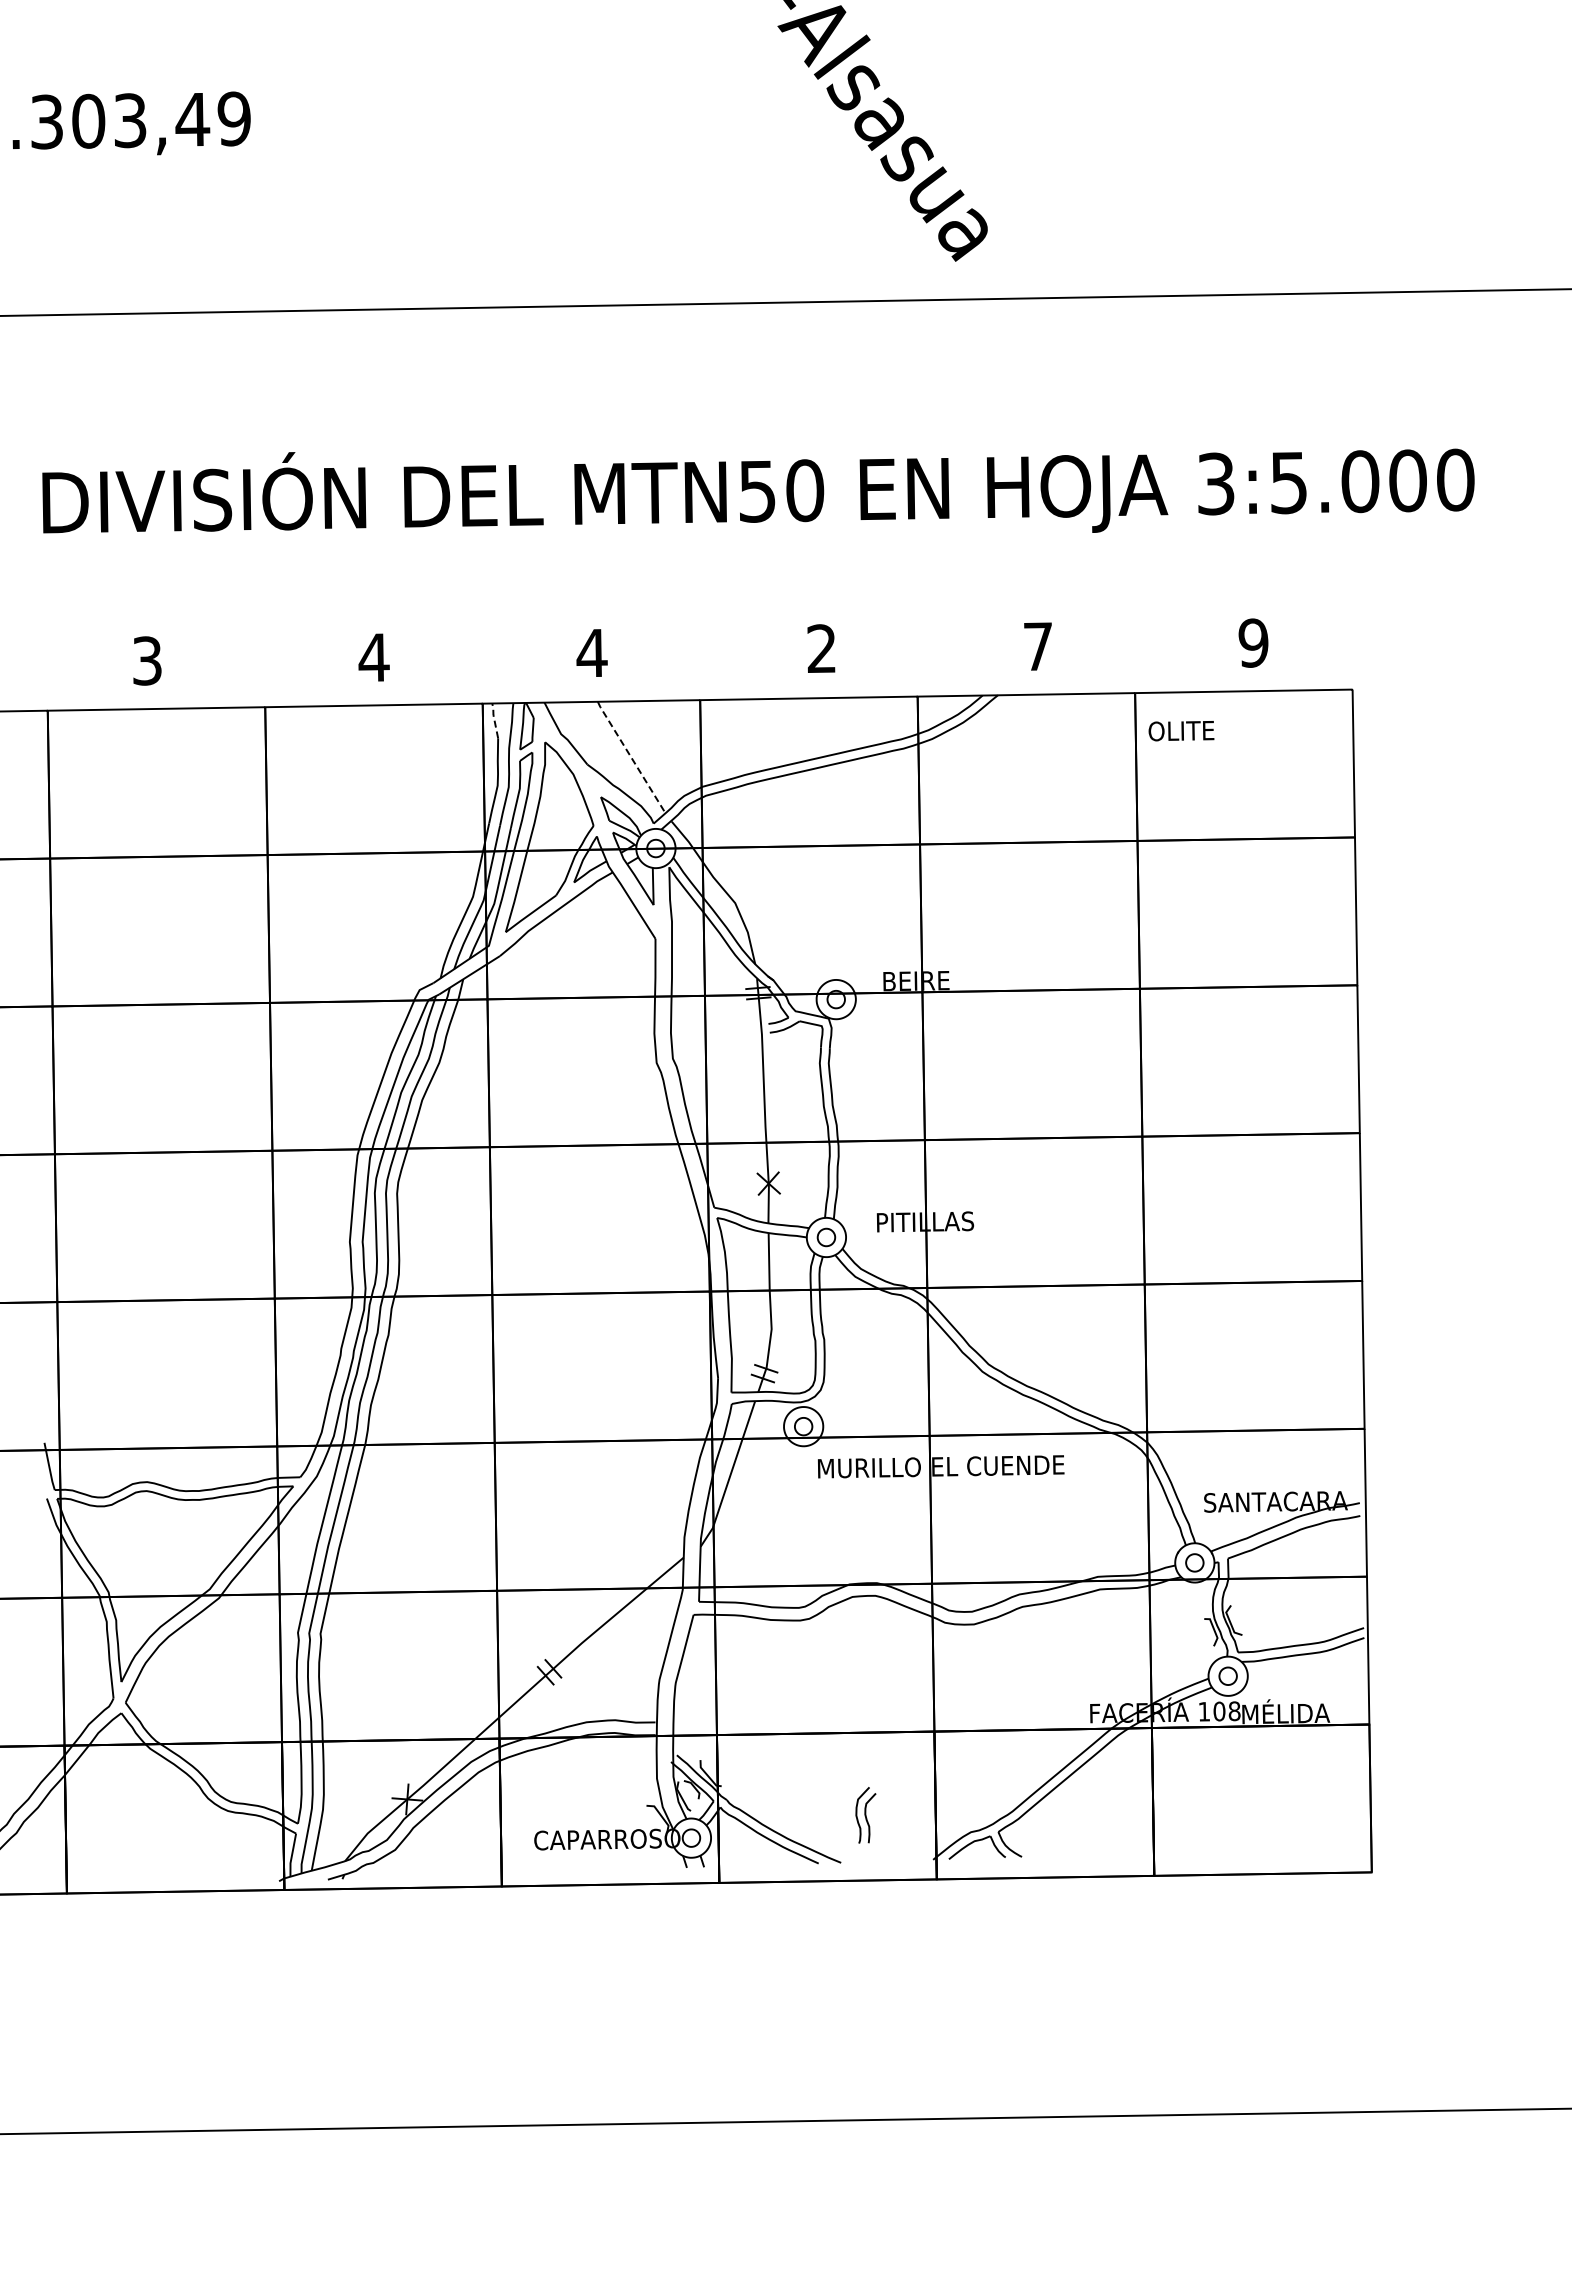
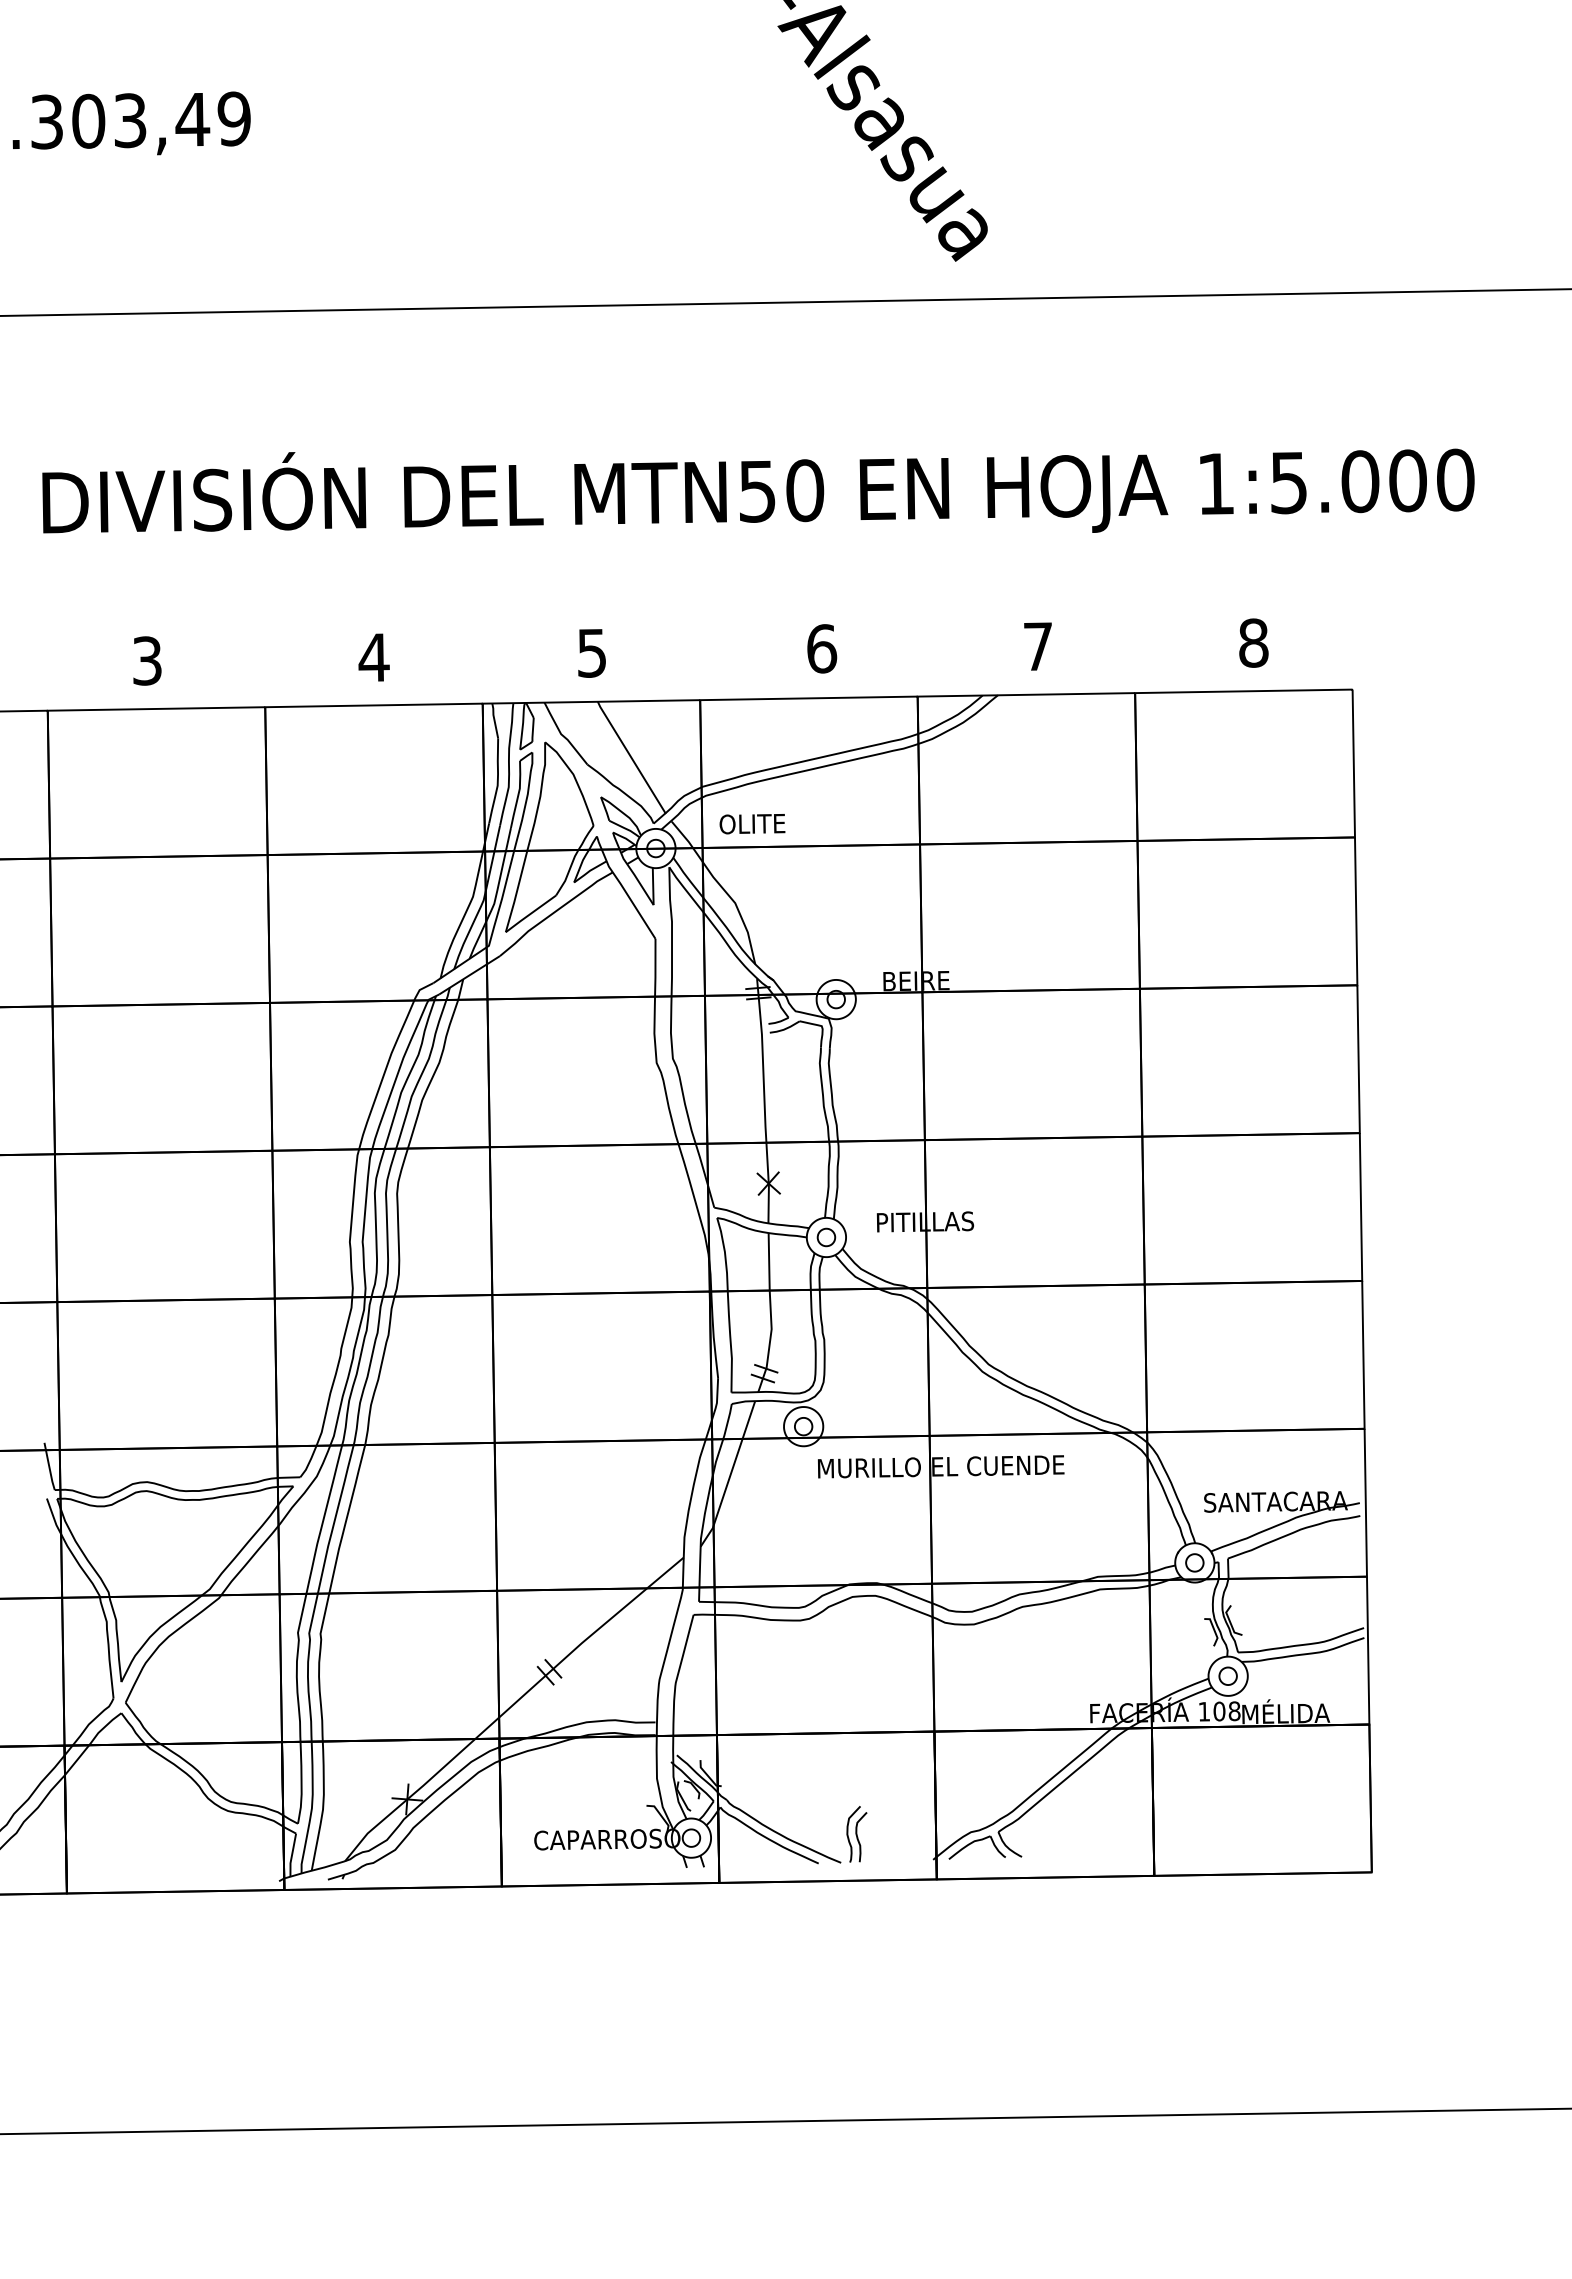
text at (1216, 483): 3:5.000 -> 1:5.000
text at (1253, 642): 9 -> 8
text at (822, 648): 2 -> 6
text at (591, 653): 4 -> 5
line at (494, 718): dashed -> solid
text at (1181, 731) position: (1181, 731) -> (752, 824)
line at (631, 757): dashed -> solid
part at (865, 1815) position: (865, 1815) -> (856, 1834)
